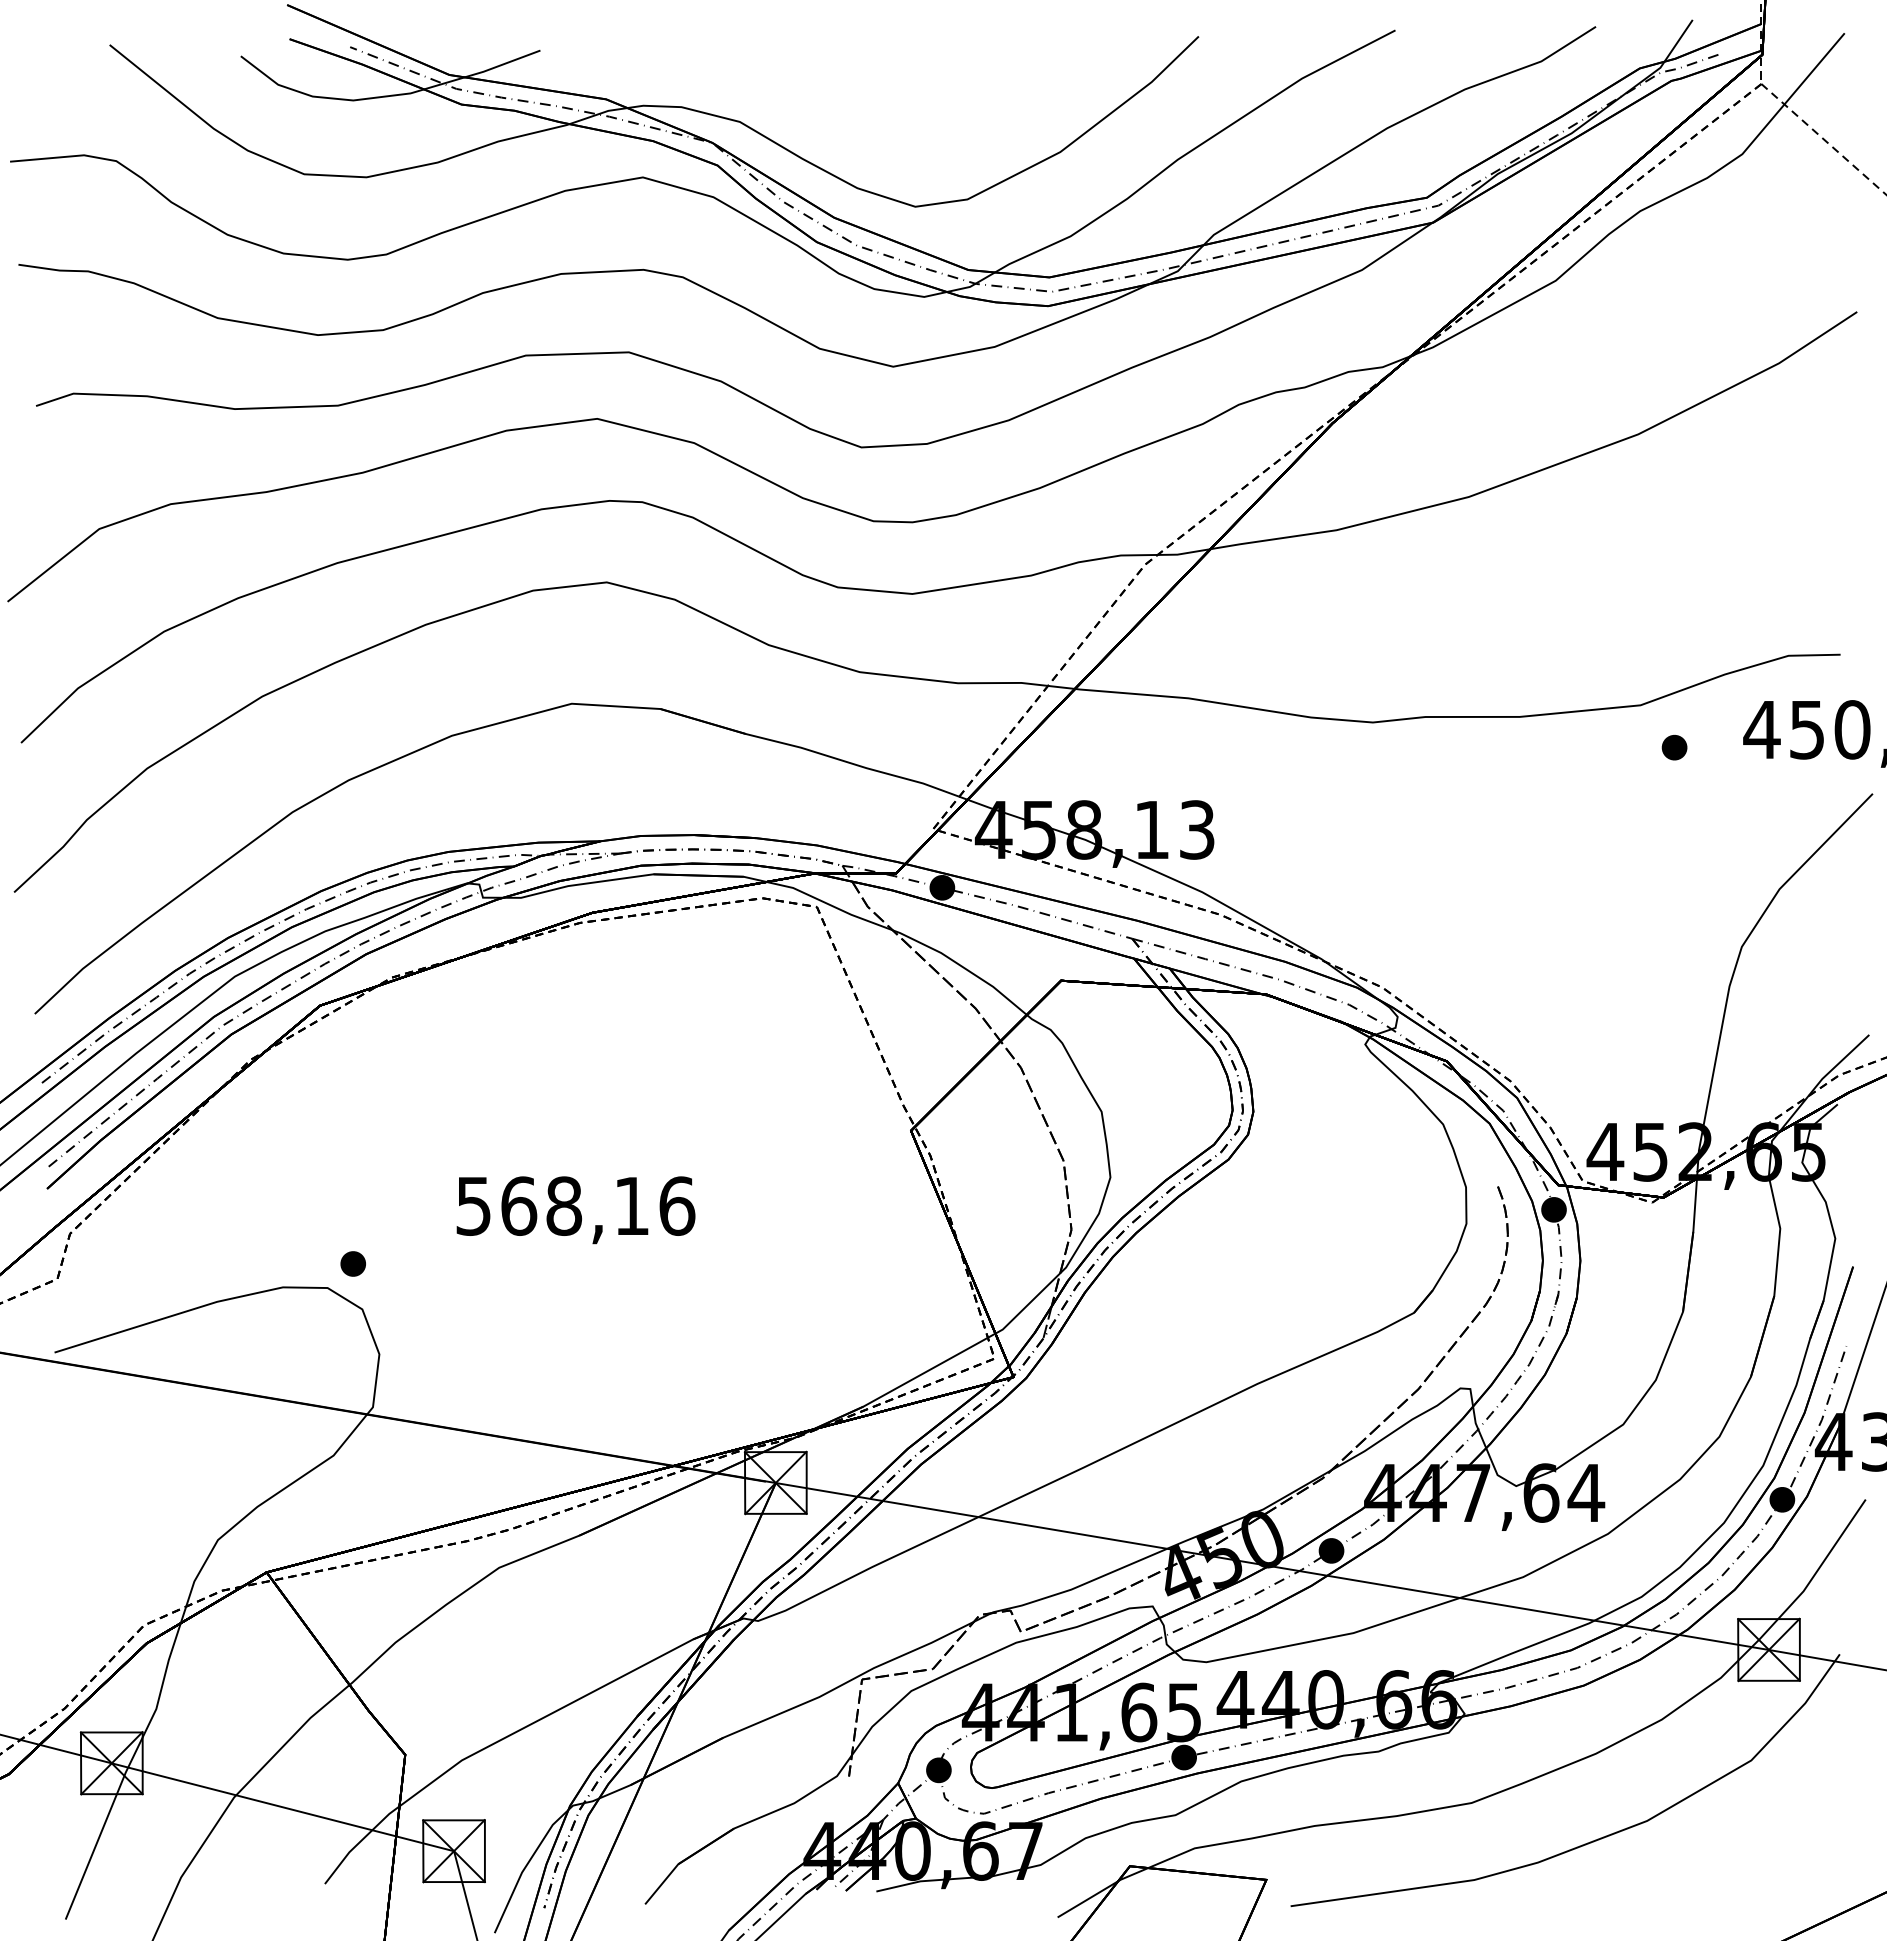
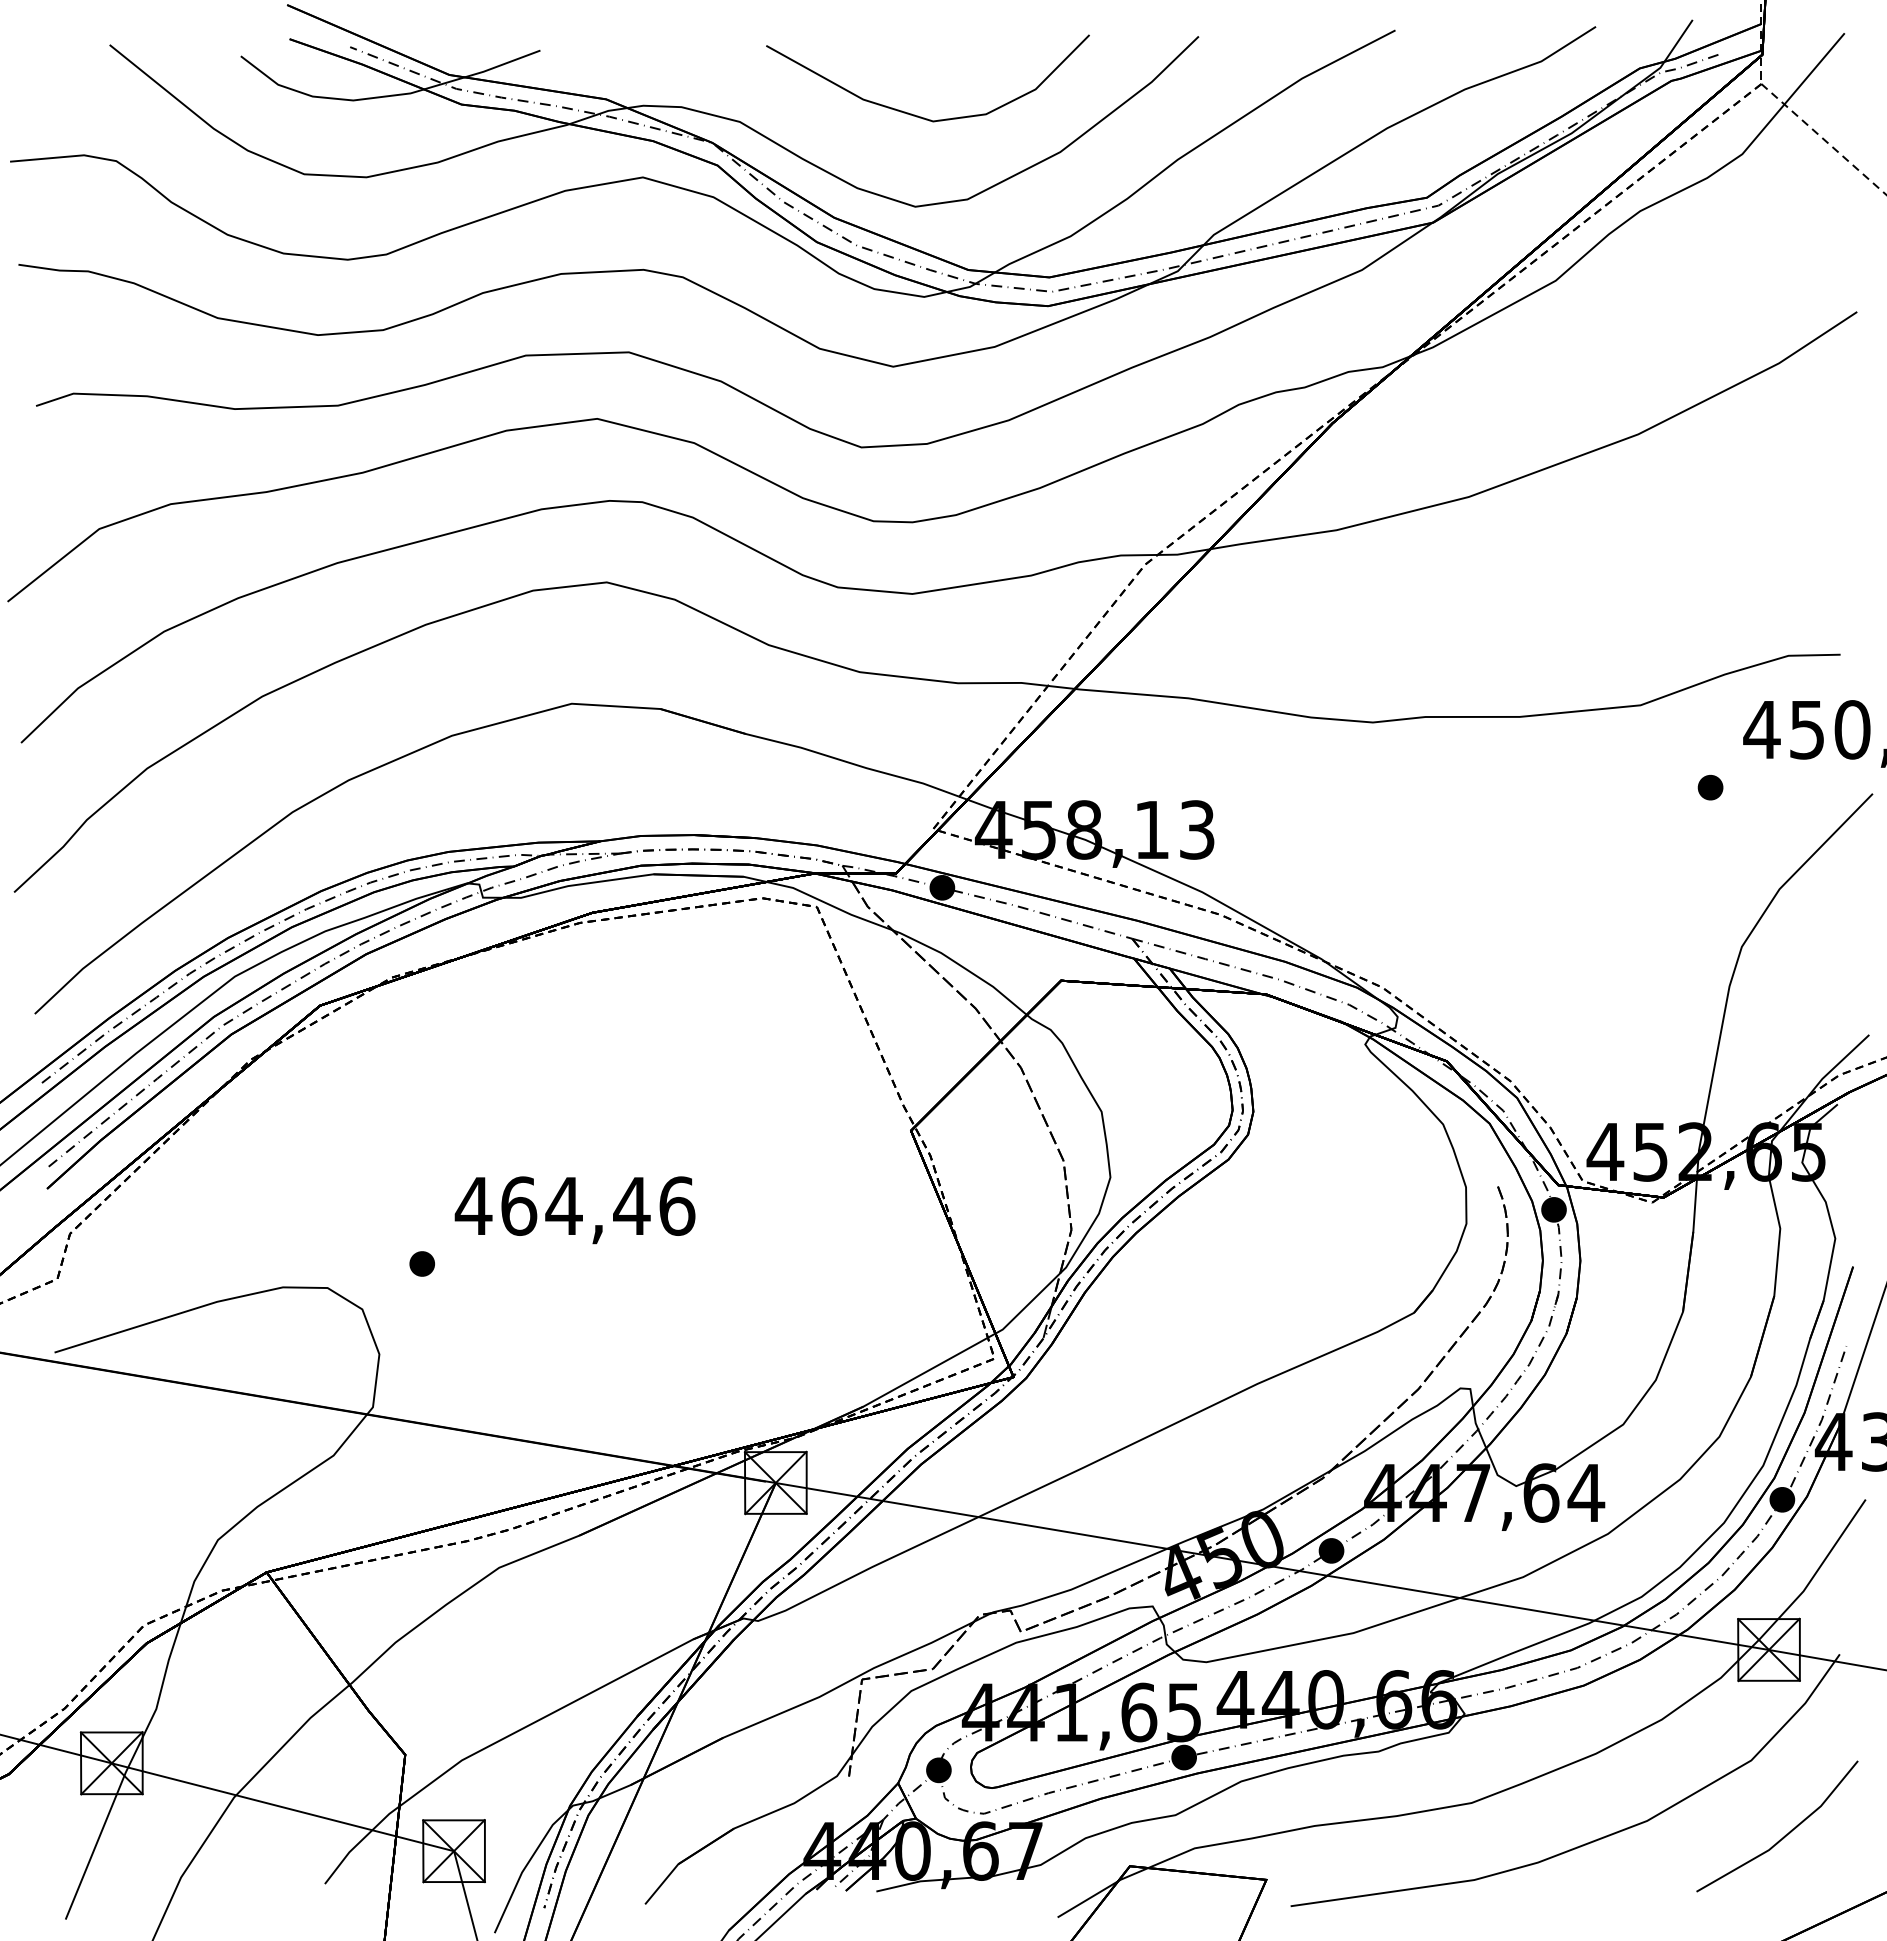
curve at (918, 115): none -> present
part at (1674, 747) position: (1674, 747) -> (1710, 787)
text at (552, 1205): 568,16 -> 464,46
part at (352, 1263) position: (352, 1263) -> (421, 1263)
line at (1785, 1834): none -> present
